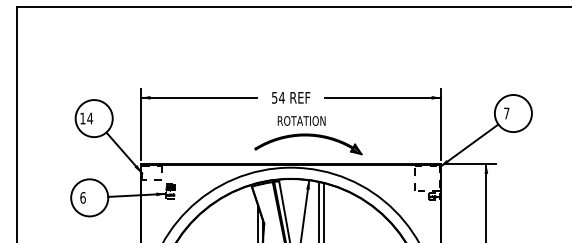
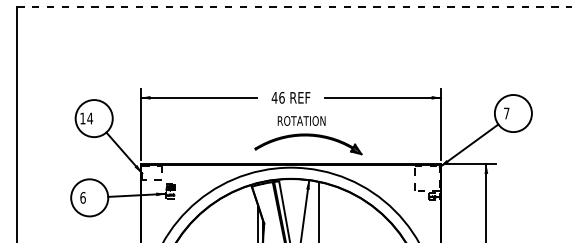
line at (294, 7): solid -> dashed
text at (277, 97): 54 -> 46
line at (324, 211): present -> none
